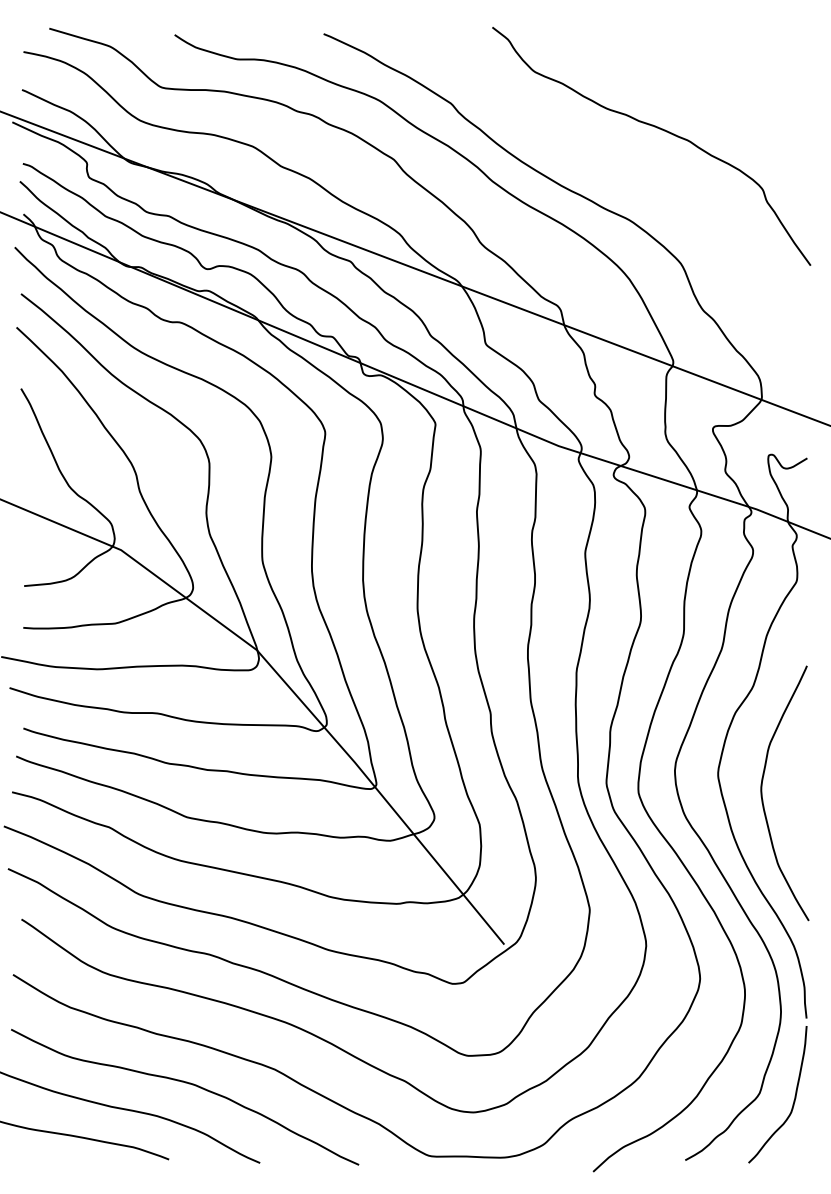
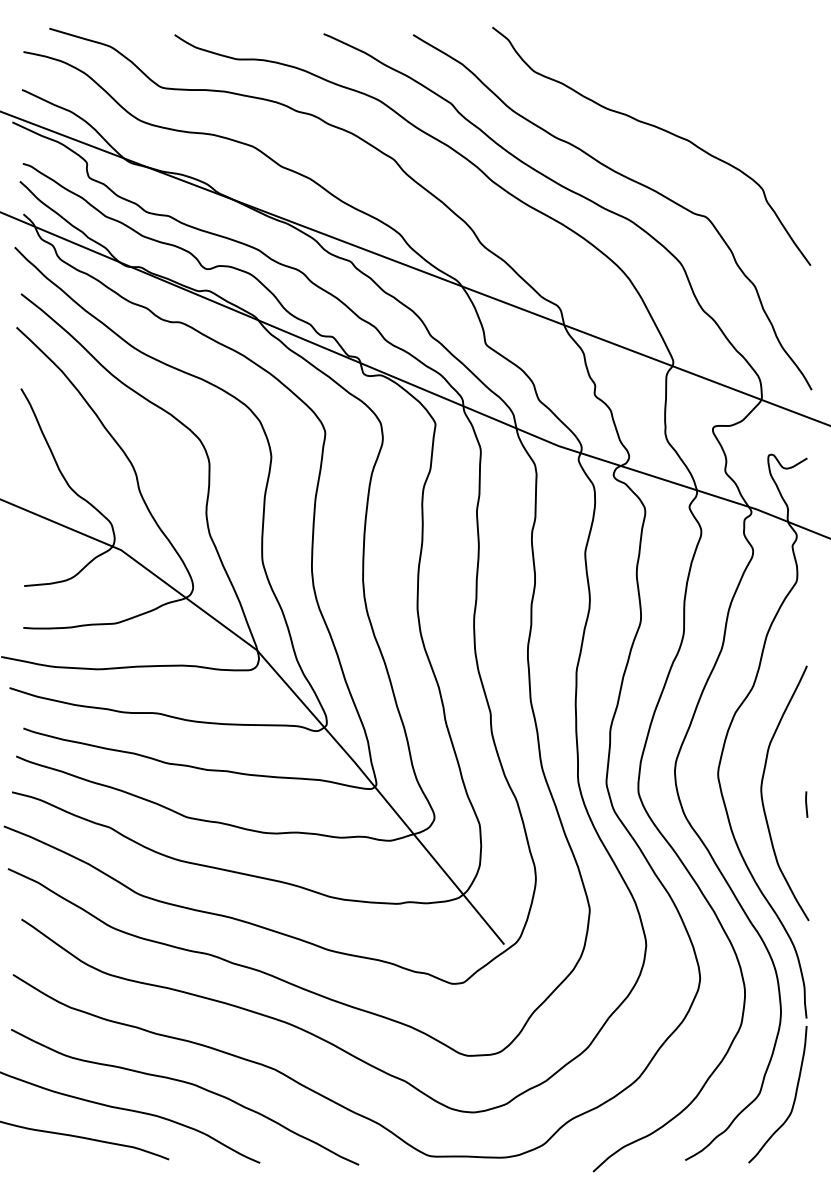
curve at (628, 179): none -> present
line at (806, 804): none -> present
